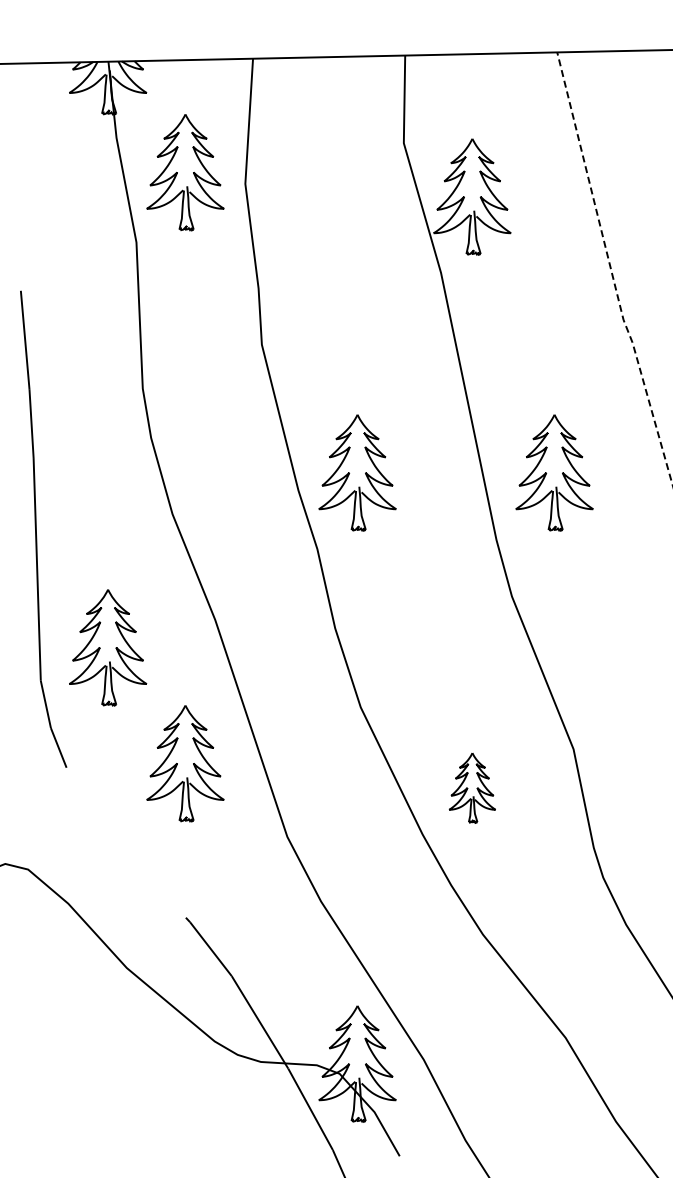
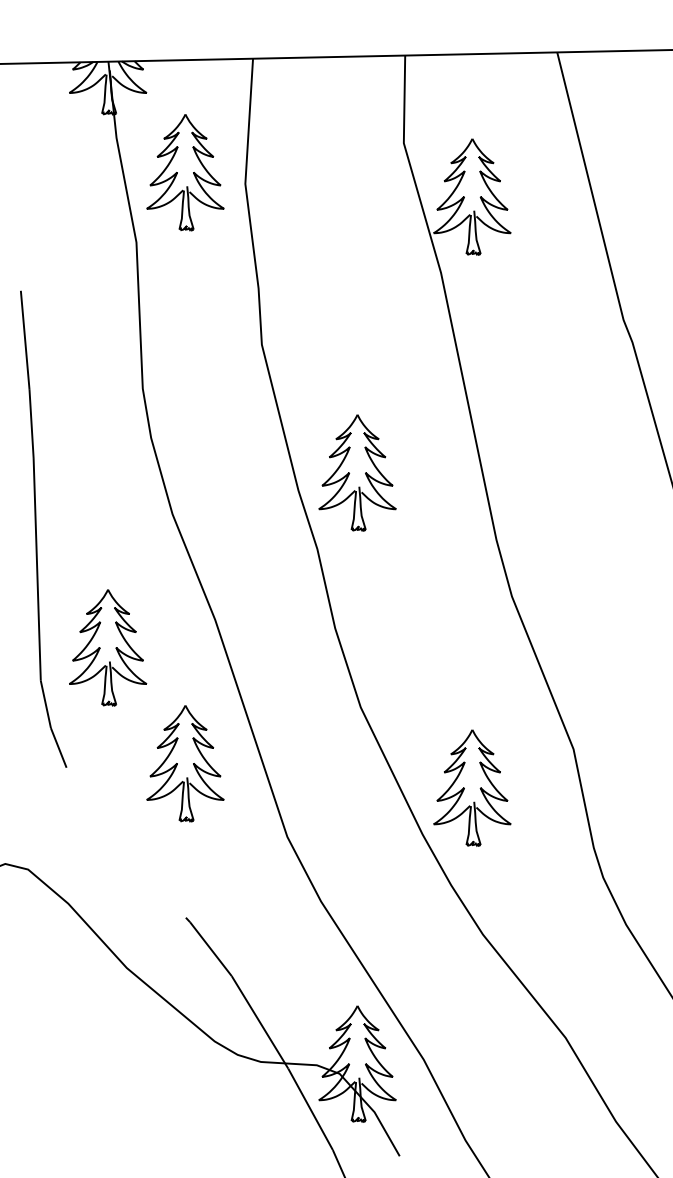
line at (611, 271): dashed -> solid
part at (554, 472): present -> none
part at (471, 788) size: 48x71 px -> 79x118 px
